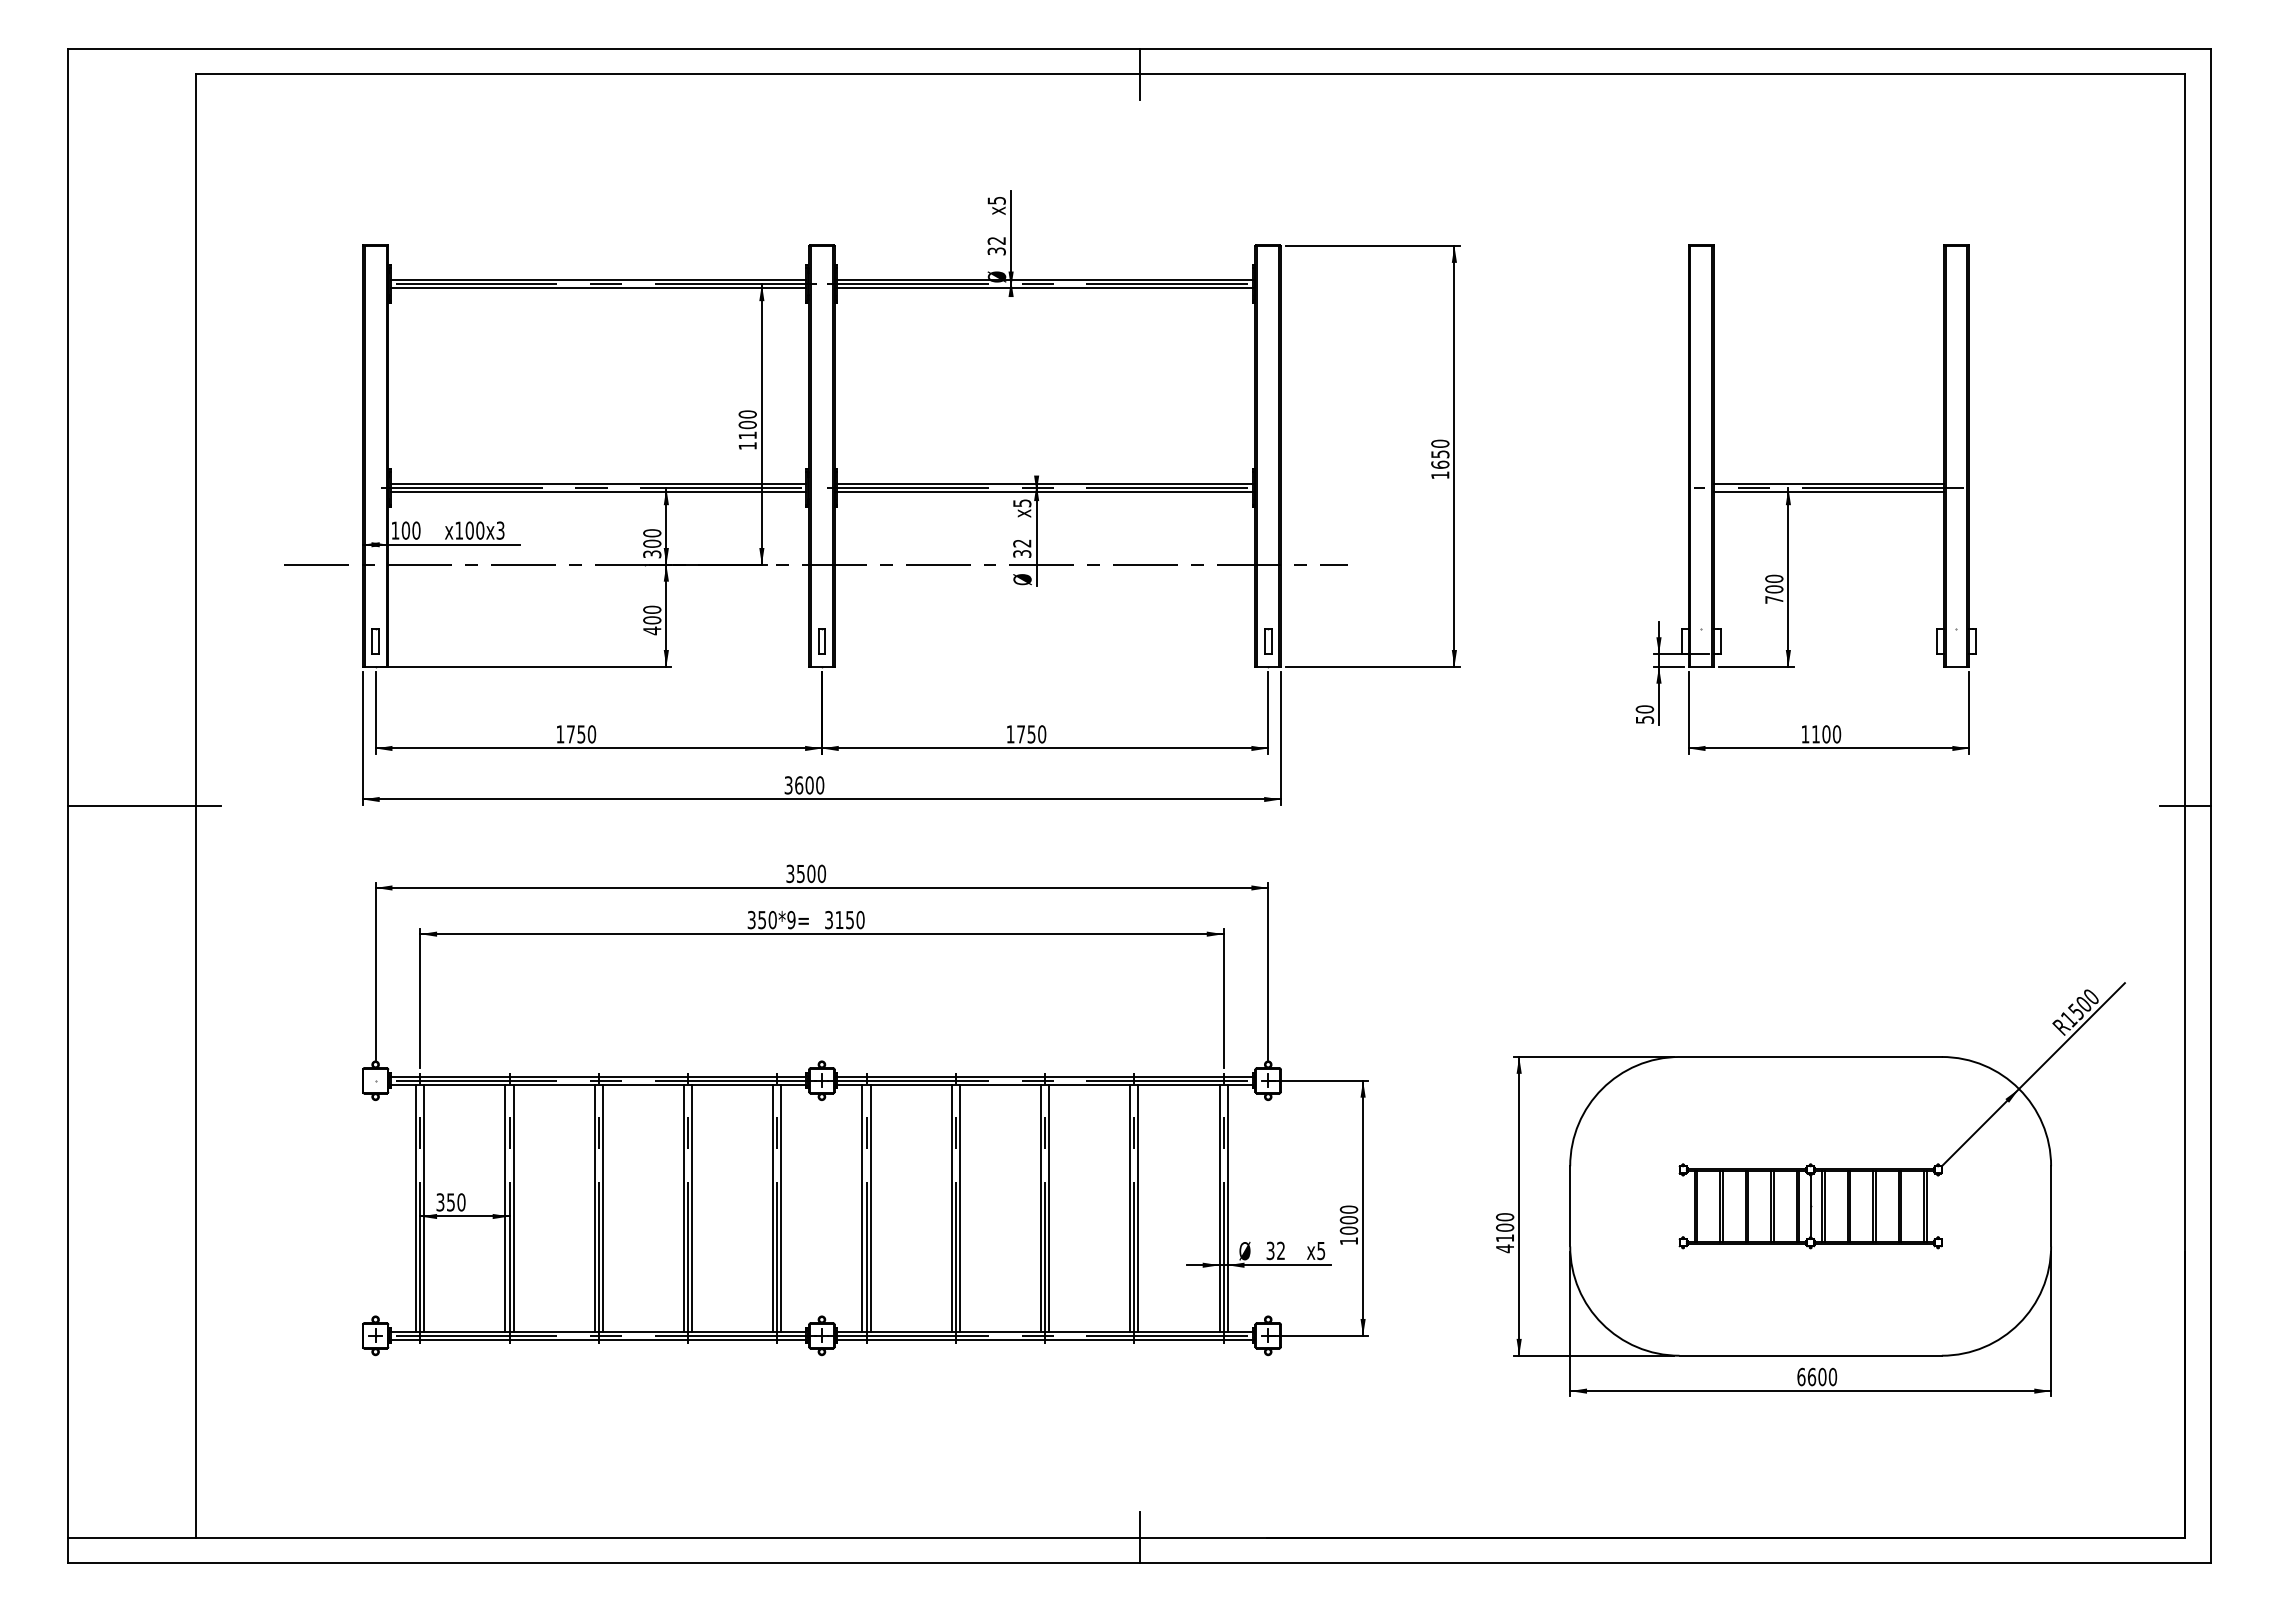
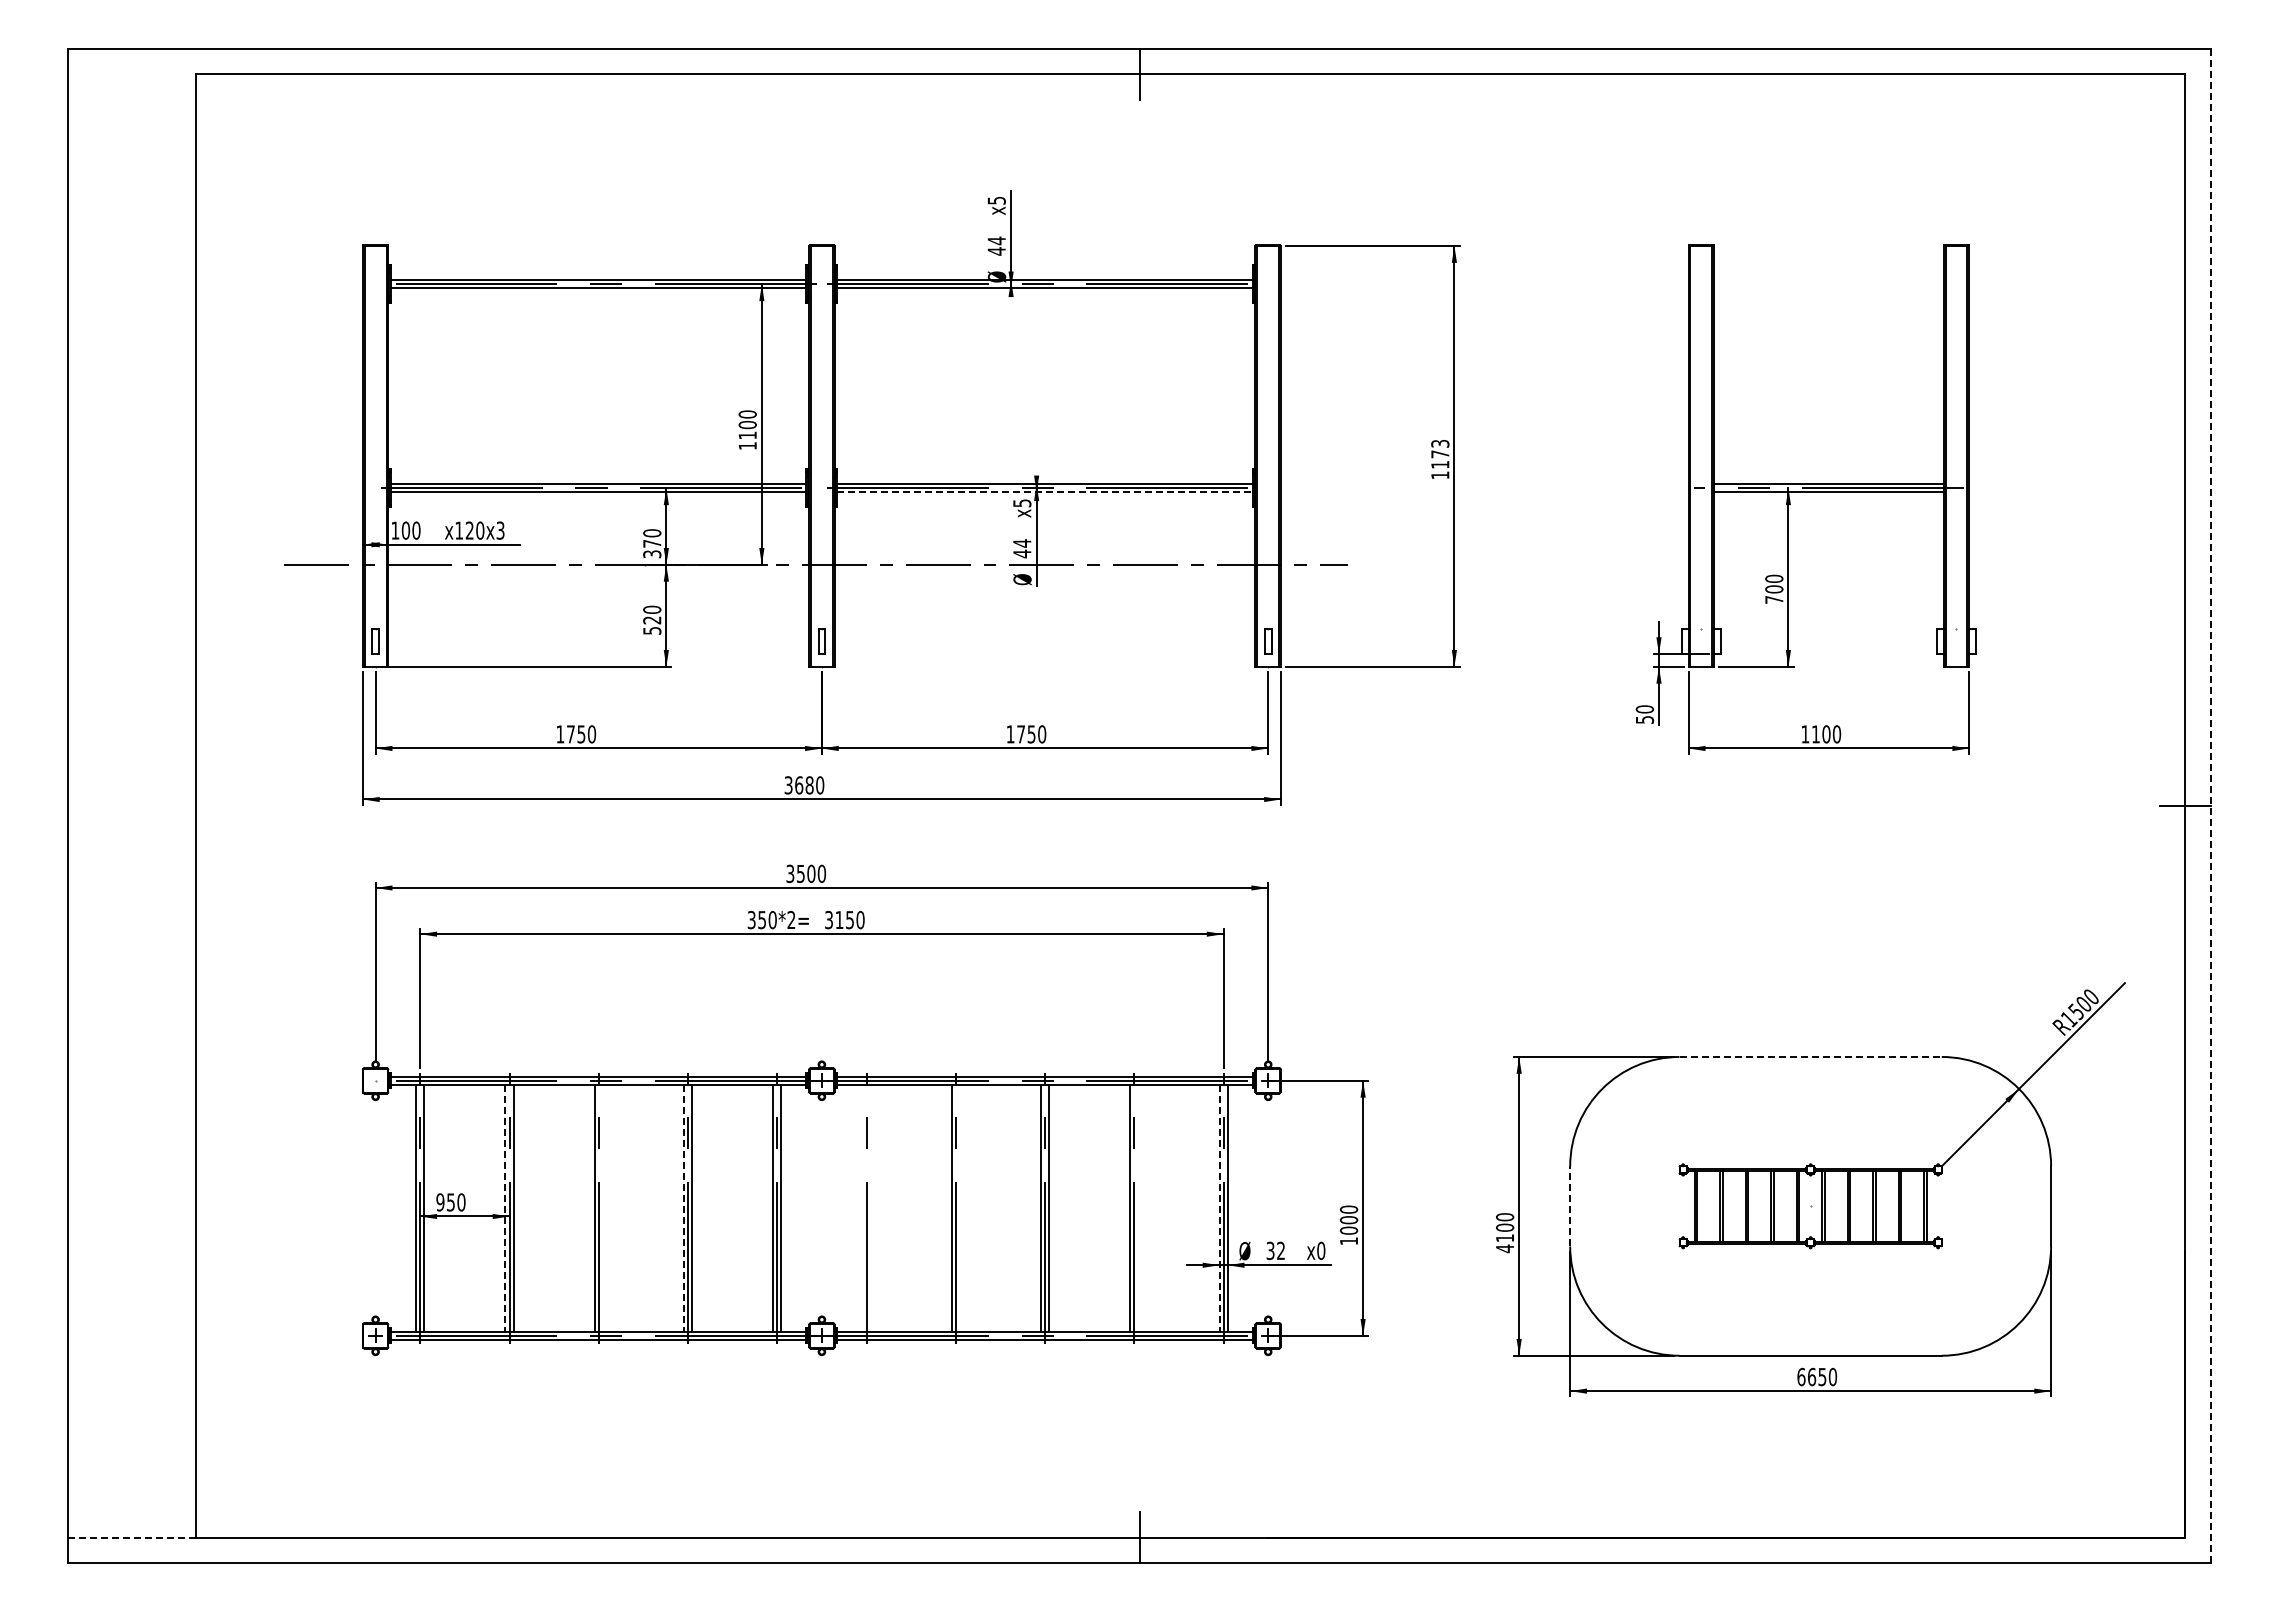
text at (996, 245): 32 -> 44
text at (1440, 453): 1650 -> 1173
line at (1045, 492): solid -> dashed
text at (469, 530): x100x3 -> x120x3
text at (652, 543): 300 -> 370
text at (1022, 548): 32 -> 44
text at (652, 625): 400 -> 520
text at (809, 785): 3600 -> 3680
line at (144, 806): present -> none
line at (2210, 806): solid -> dashed
text at (791, 920): 350*9= -> 350*2=
line at (1811, 1056): solid -> dashed
text at (440, 1202): 350 -> 950
line at (1570, 1205): solid -> dashed
line at (1810, 1206): present -> none
line at (602, 1207): present -> none
line at (862, 1207): present -> none
line at (870, 1207): present -> none
line at (959, 1207): present -> none
line at (1138, 1207): present -> none
line at (505, 1208): solid -> dashed
line at (683, 1208): solid -> dashed
line at (1219, 1208): solid -> dashed
text at (1321, 1250): x5 -> x0
text at (1822, 1376): 6600 -> 6650
line at (132, 1537): solid -> dashed
